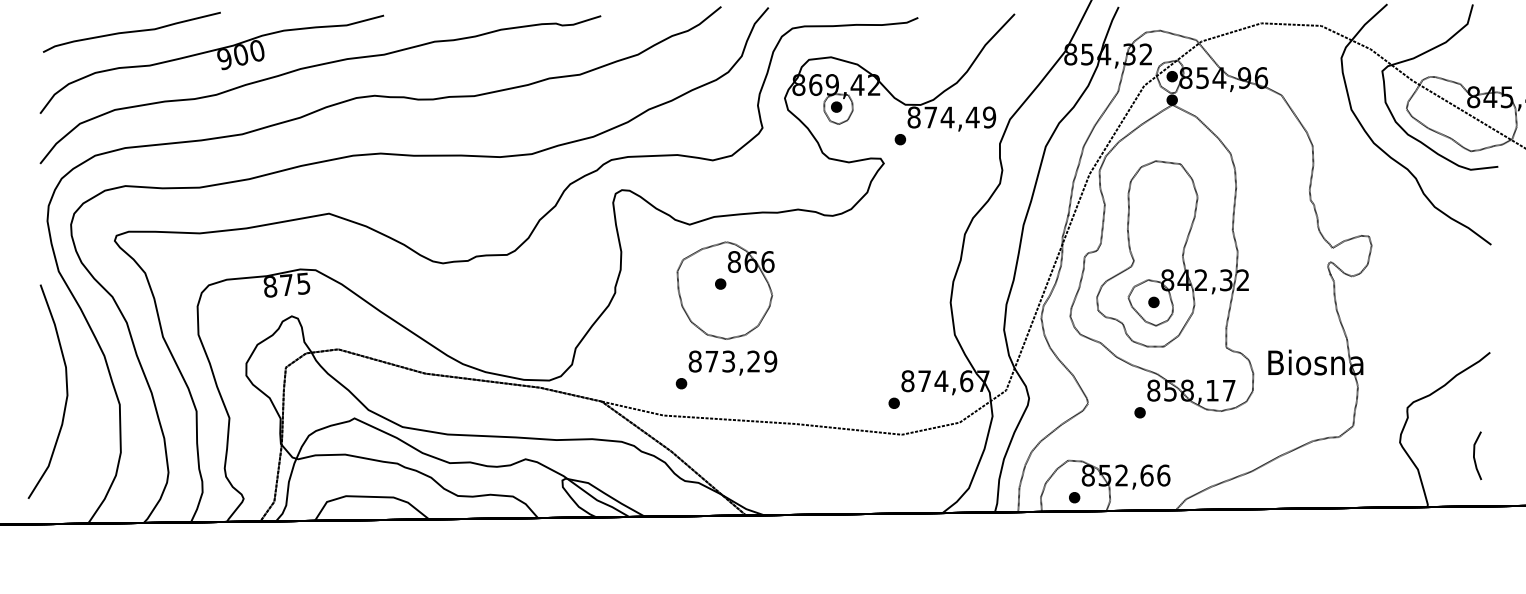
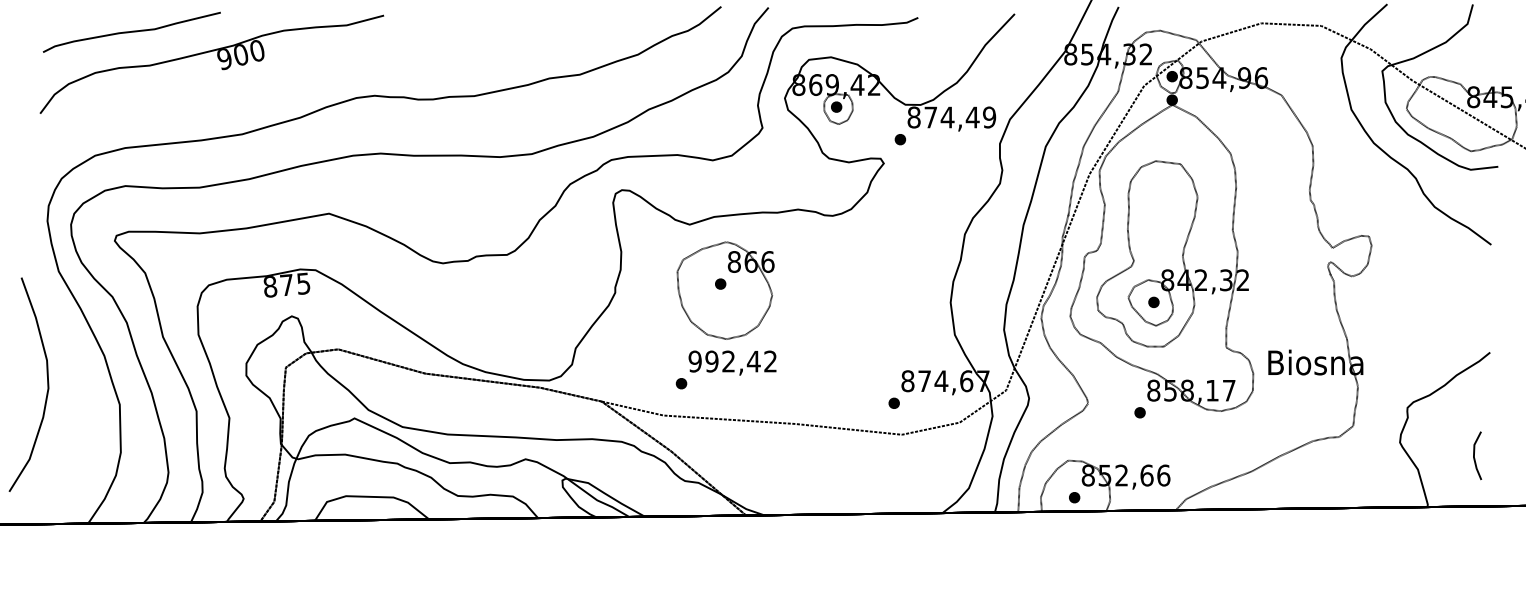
curve at (318, 66): present -> none
text at (732, 361): 873,29 -> 992,42
curve at (66, 391) position: (66, 391) -> (47, 384)
